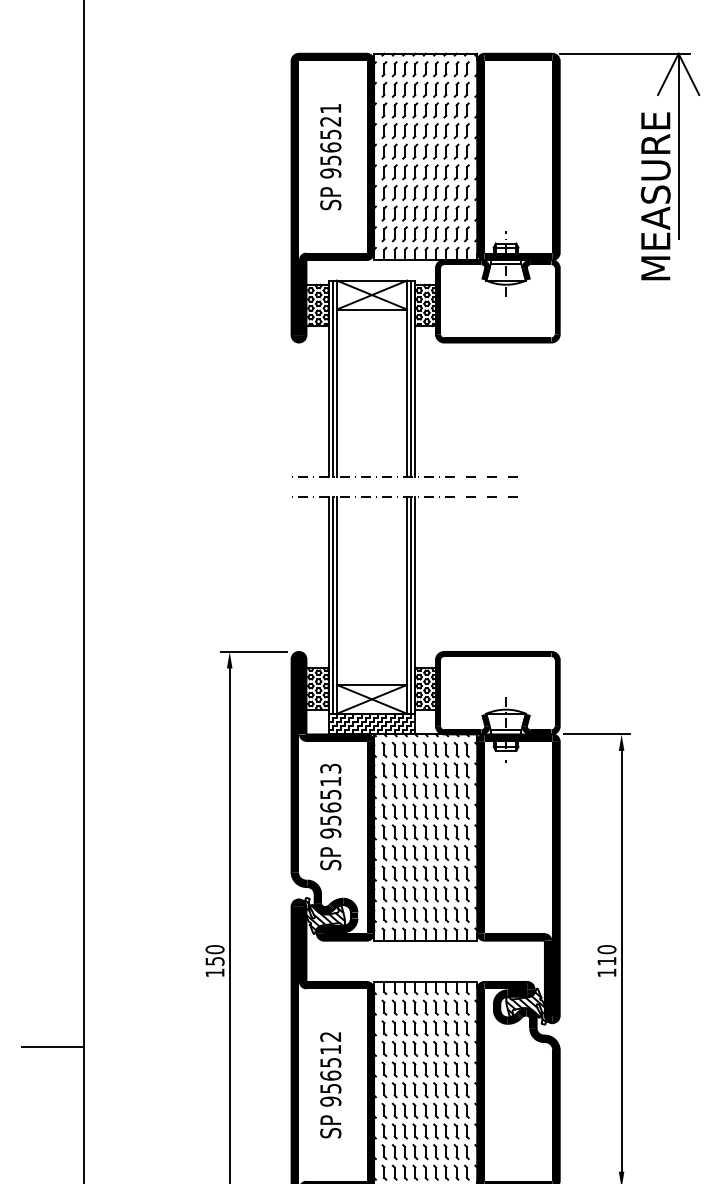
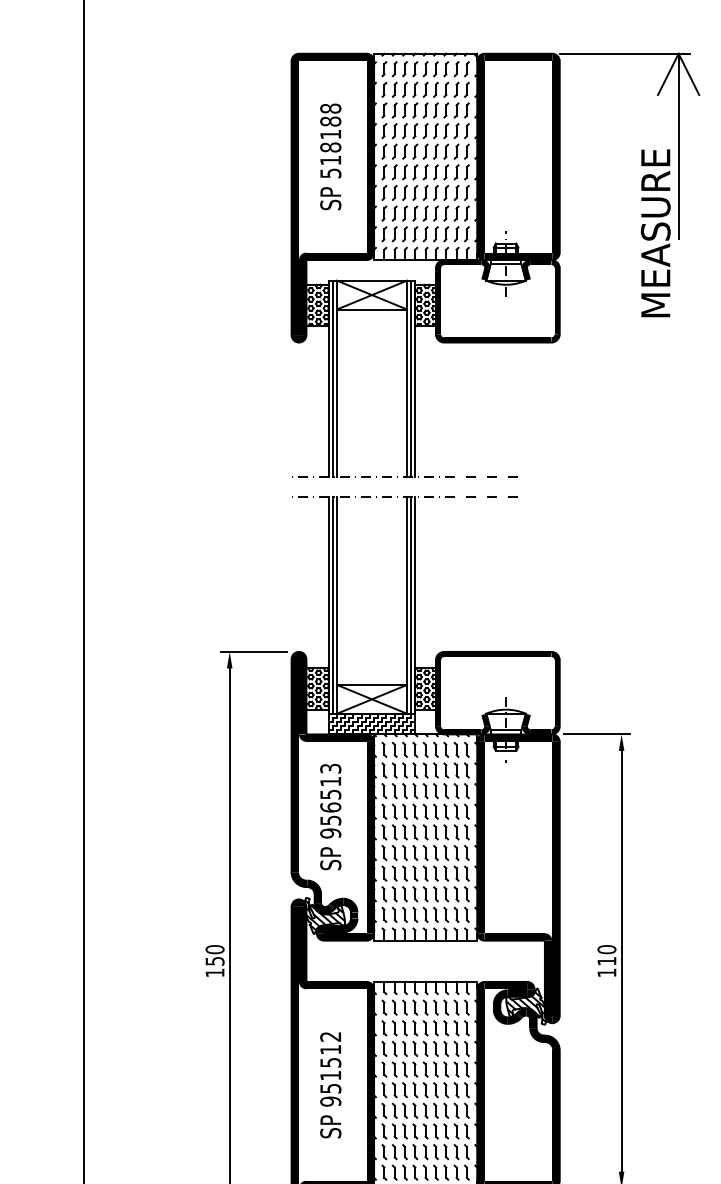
text at (330, 140): 956521 -> 518188
text at (655, 196) position: (655, 196) -> (655, 233)
line at (52, 1046): present -> none
text at (330, 1075): 956512 -> 951512
